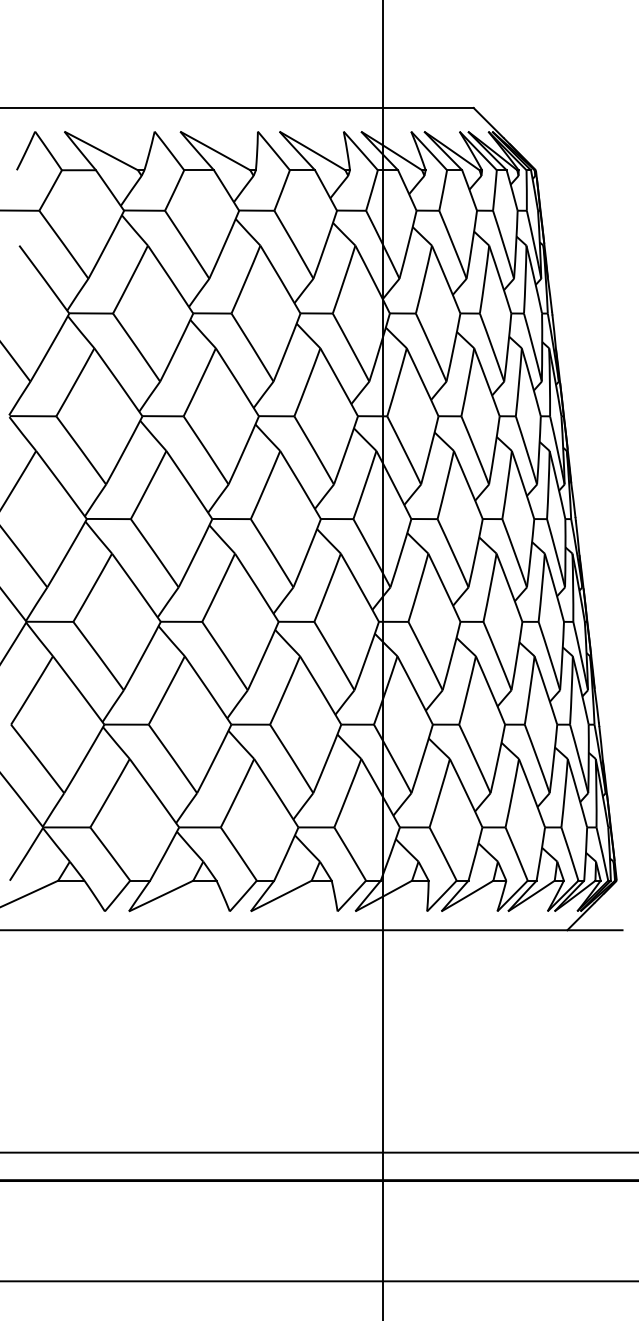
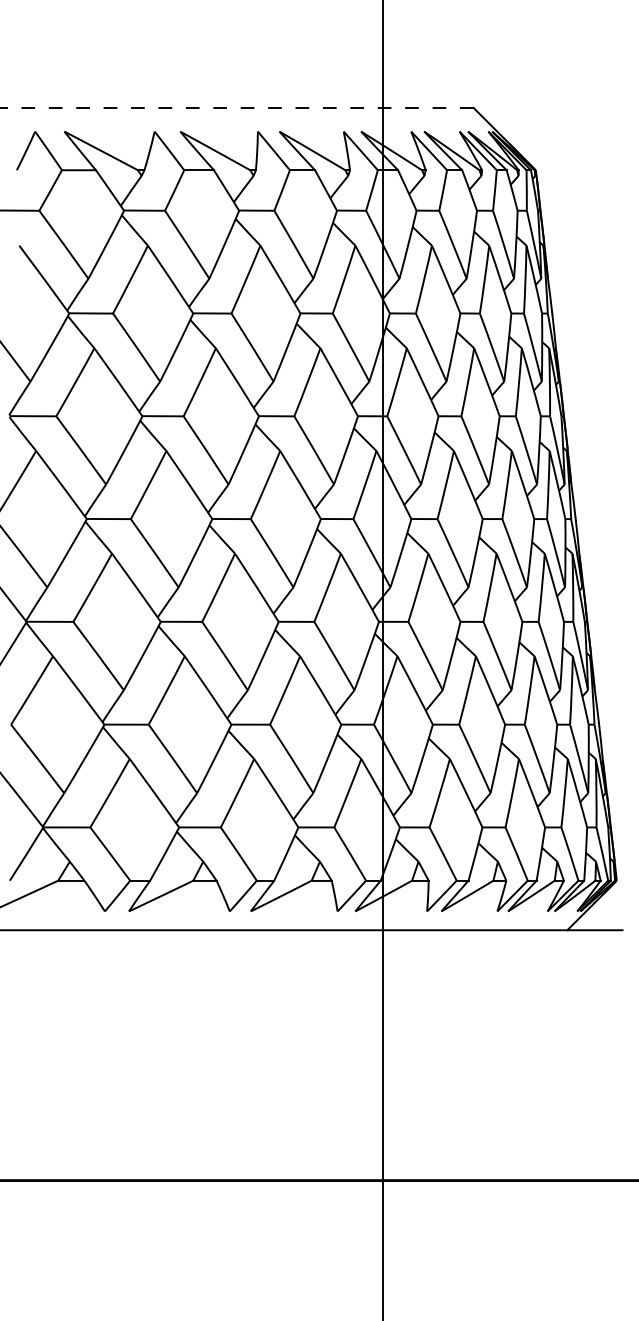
line at (236, 108): solid -> dashed
line at (318, 1152): present -> none
line at (318, 1281): present -> none
